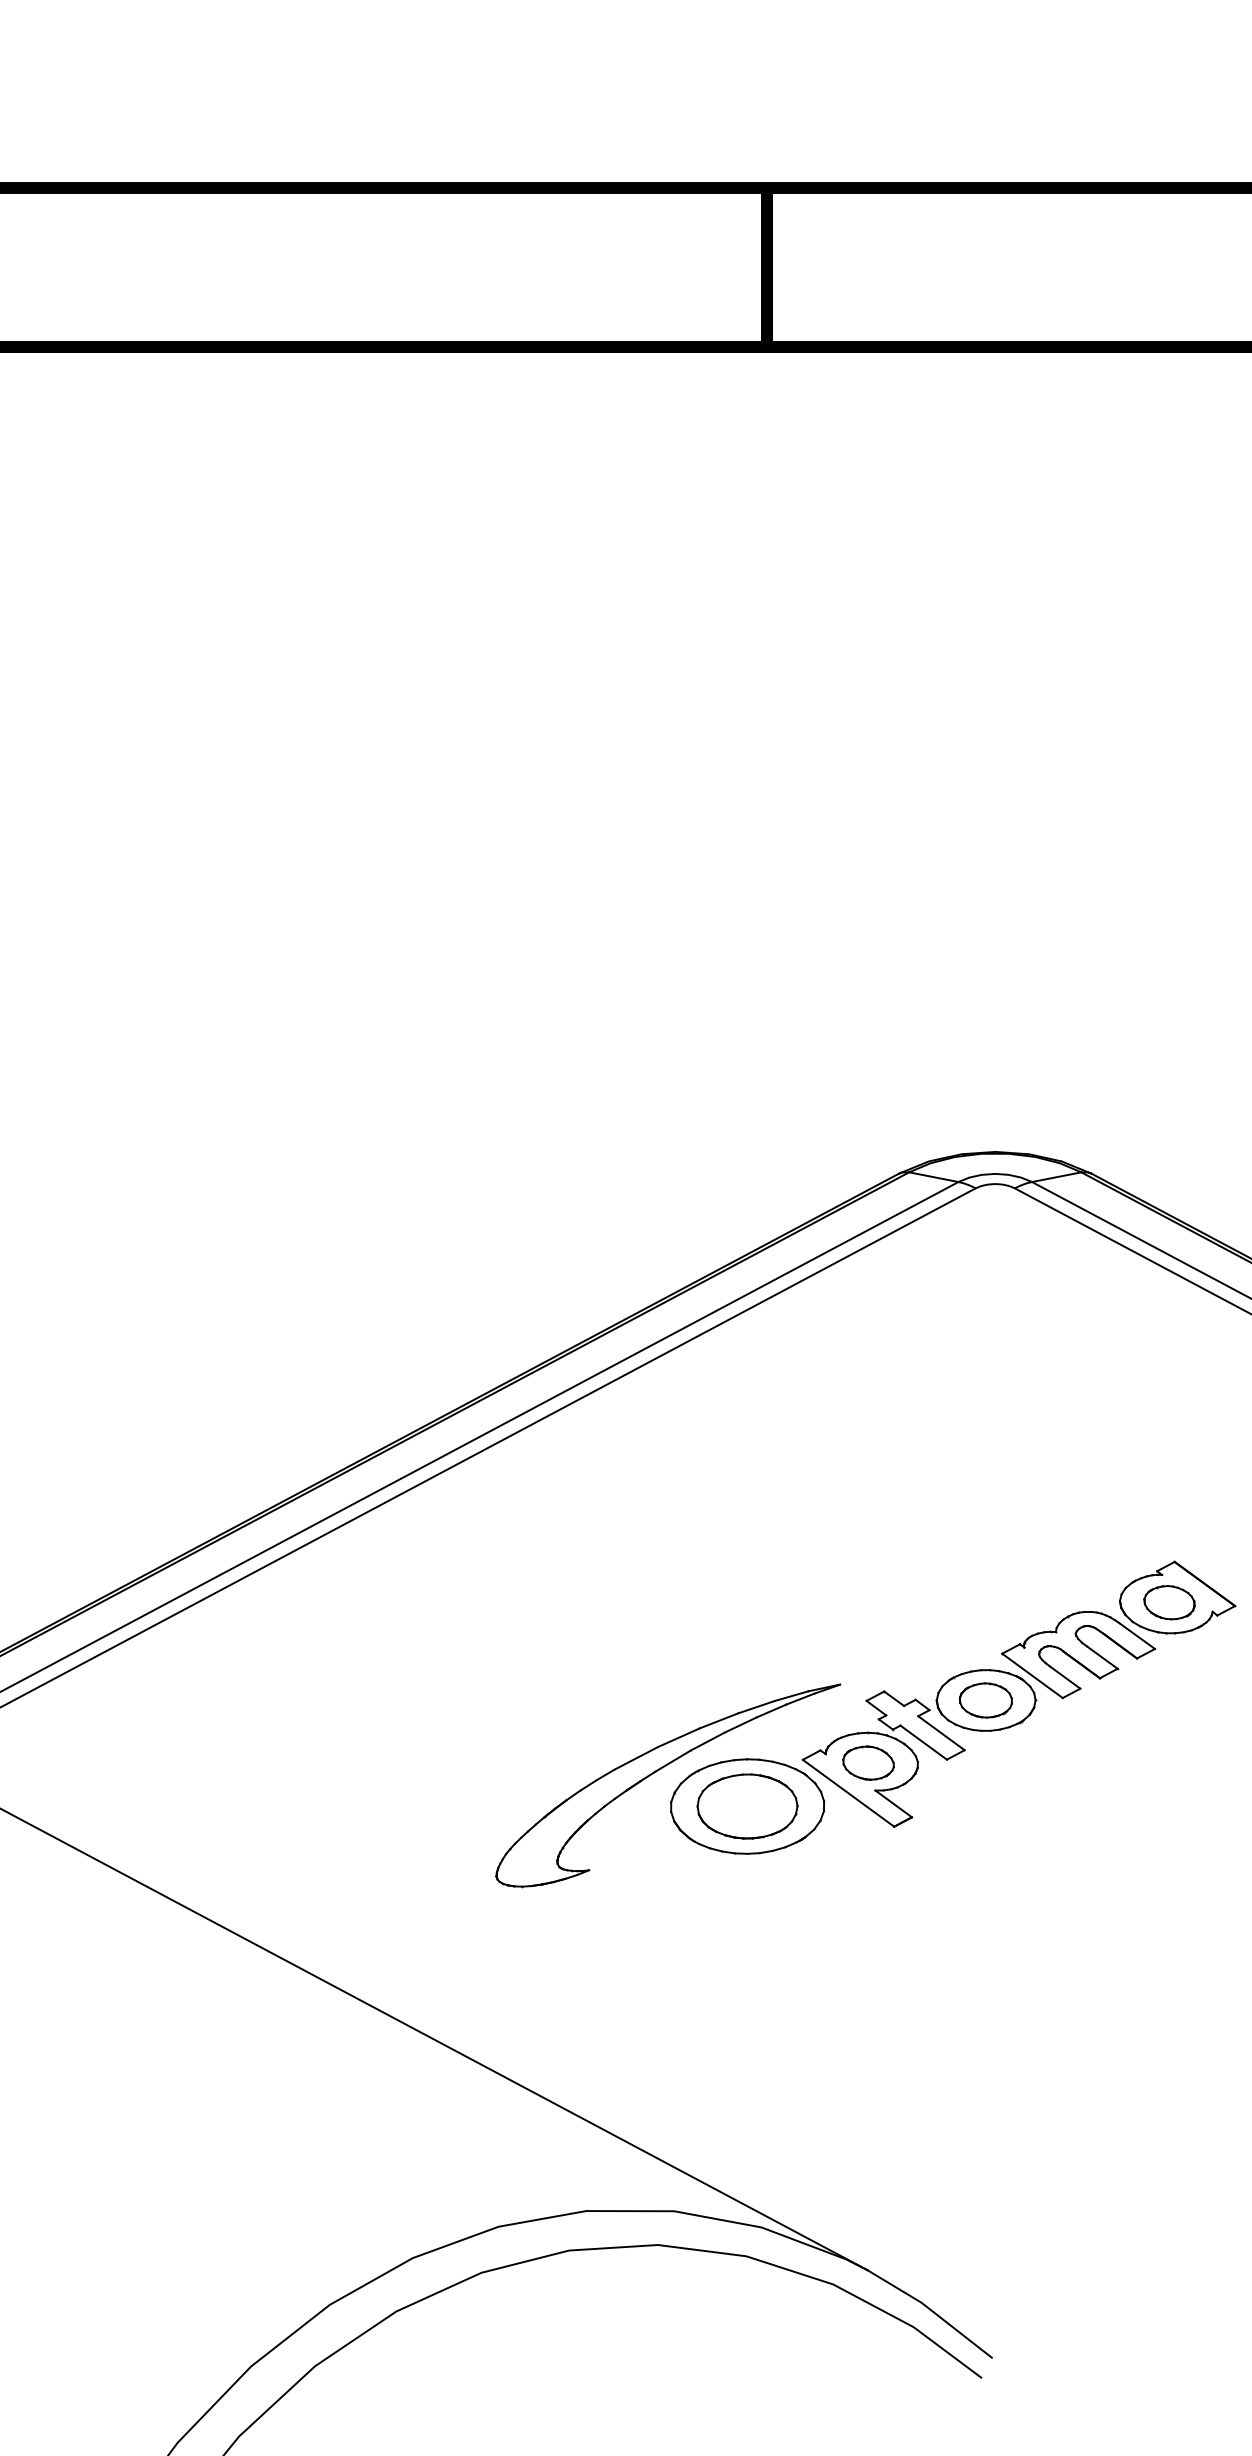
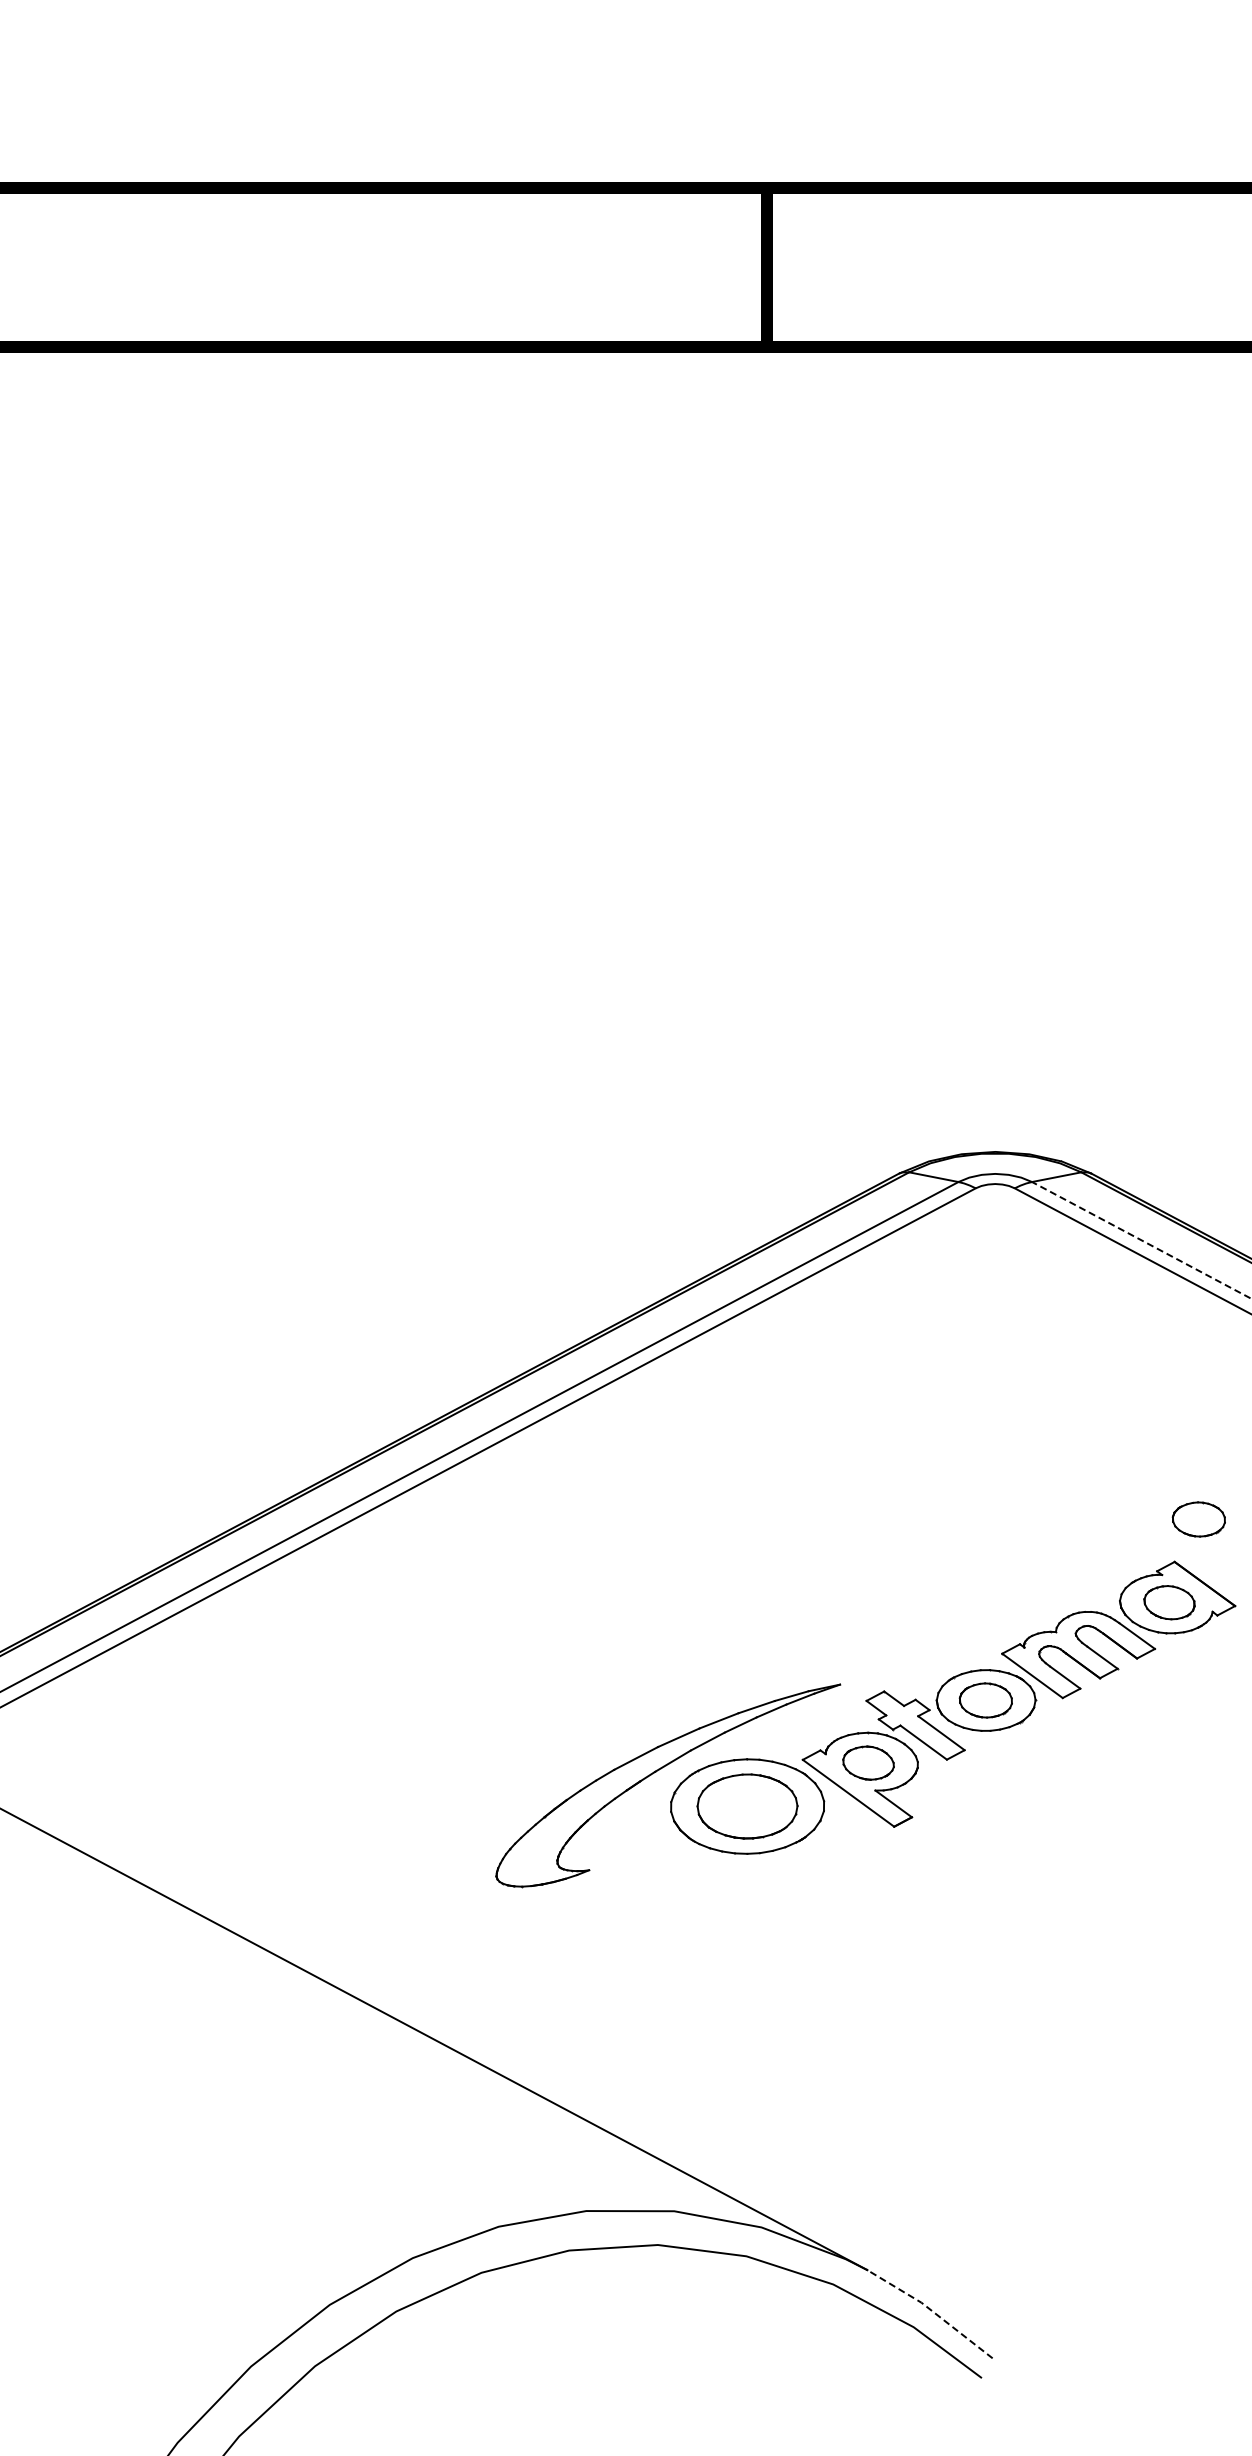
line at (1141, 1240): solid -> dashed
part at (1198, 1519): none -> present
line at (931, 2310): solid -> dashed
